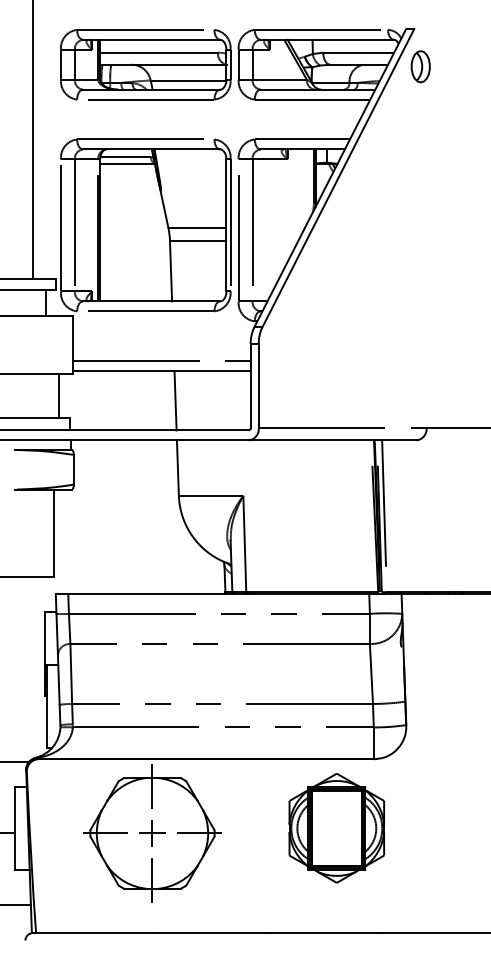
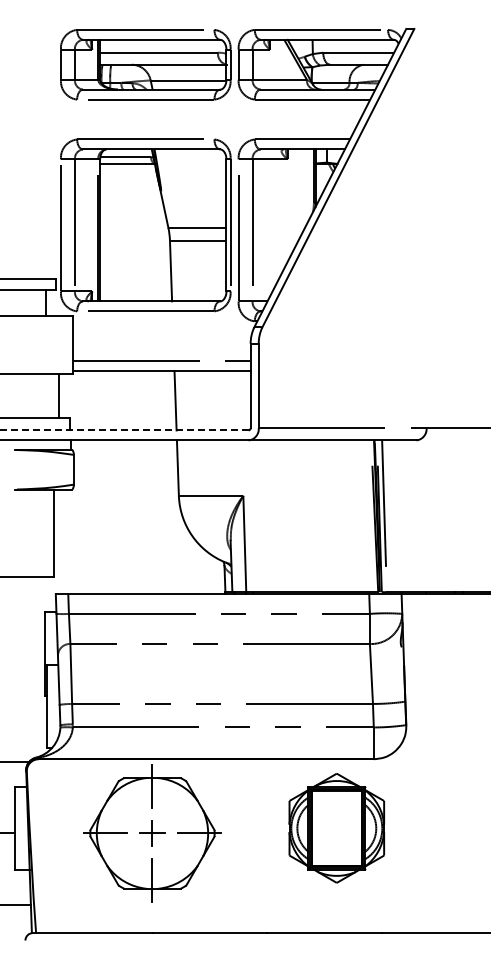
part at (420, 66): present -> none
line at (32, 140): present -> none
line at (124, 430): solid -> dashed
